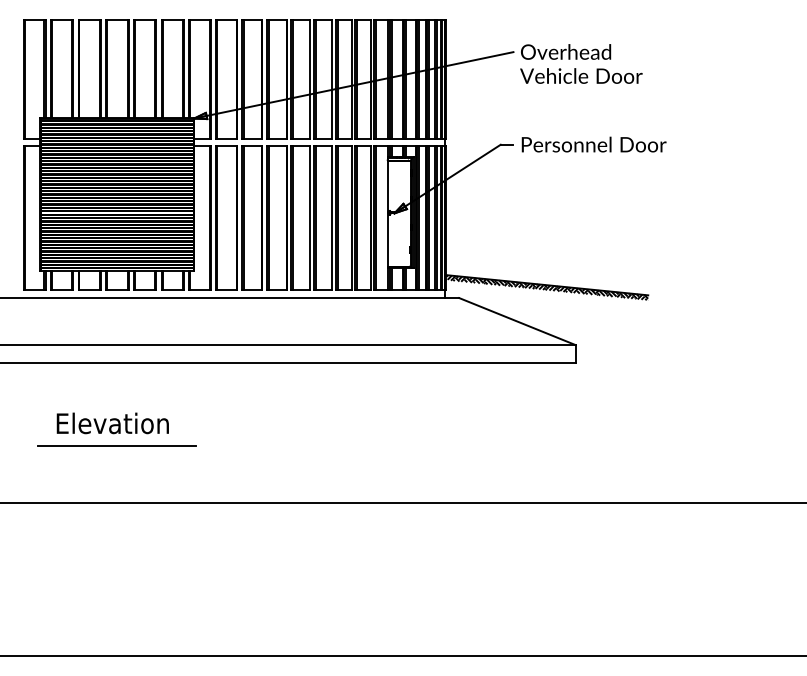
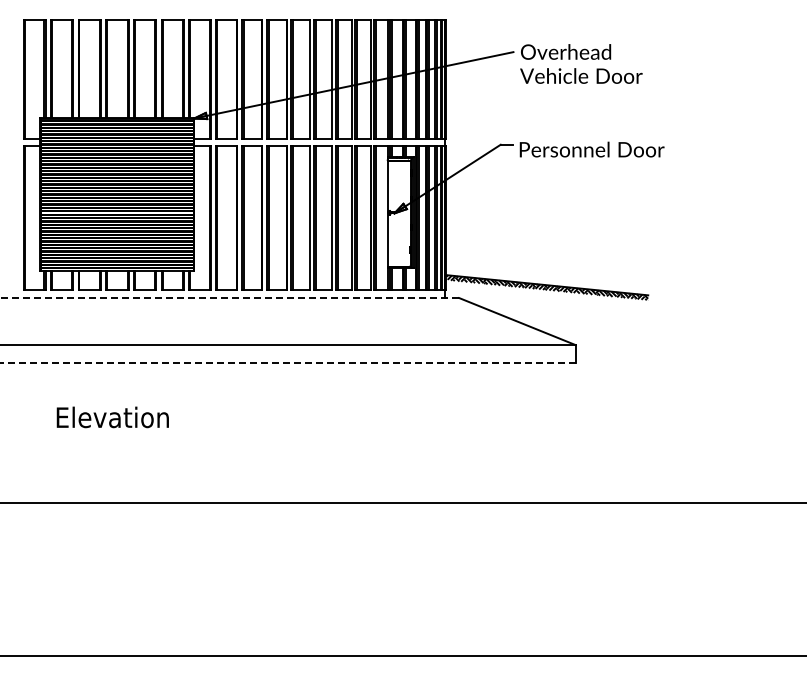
text at (593, 144) position: (593, 144) -> (591, 149)
line at (229, 298): solid -> dashed
line at (287, 362): solid -> dashed
text at (112, 423) position: (112, 423) -> (112, 417)
line at (117, 445): present -> none
